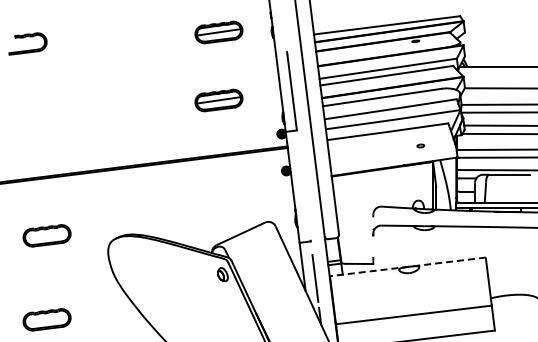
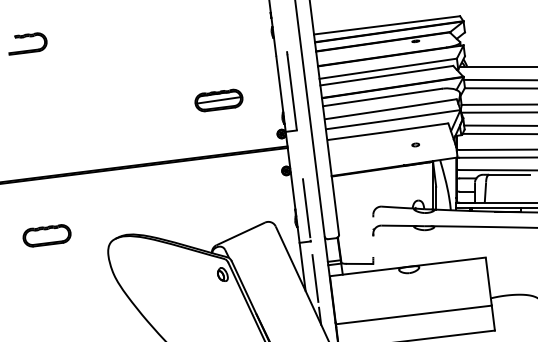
part at (218, 32): present -> none
line at (498, 79): none -> present
part at (420, 145) position: (420, 145) -> (415, 144)
line at (306, 208): none -> present
line at (407, 266): dashed -> solid
part at (46, 319): present -> none
